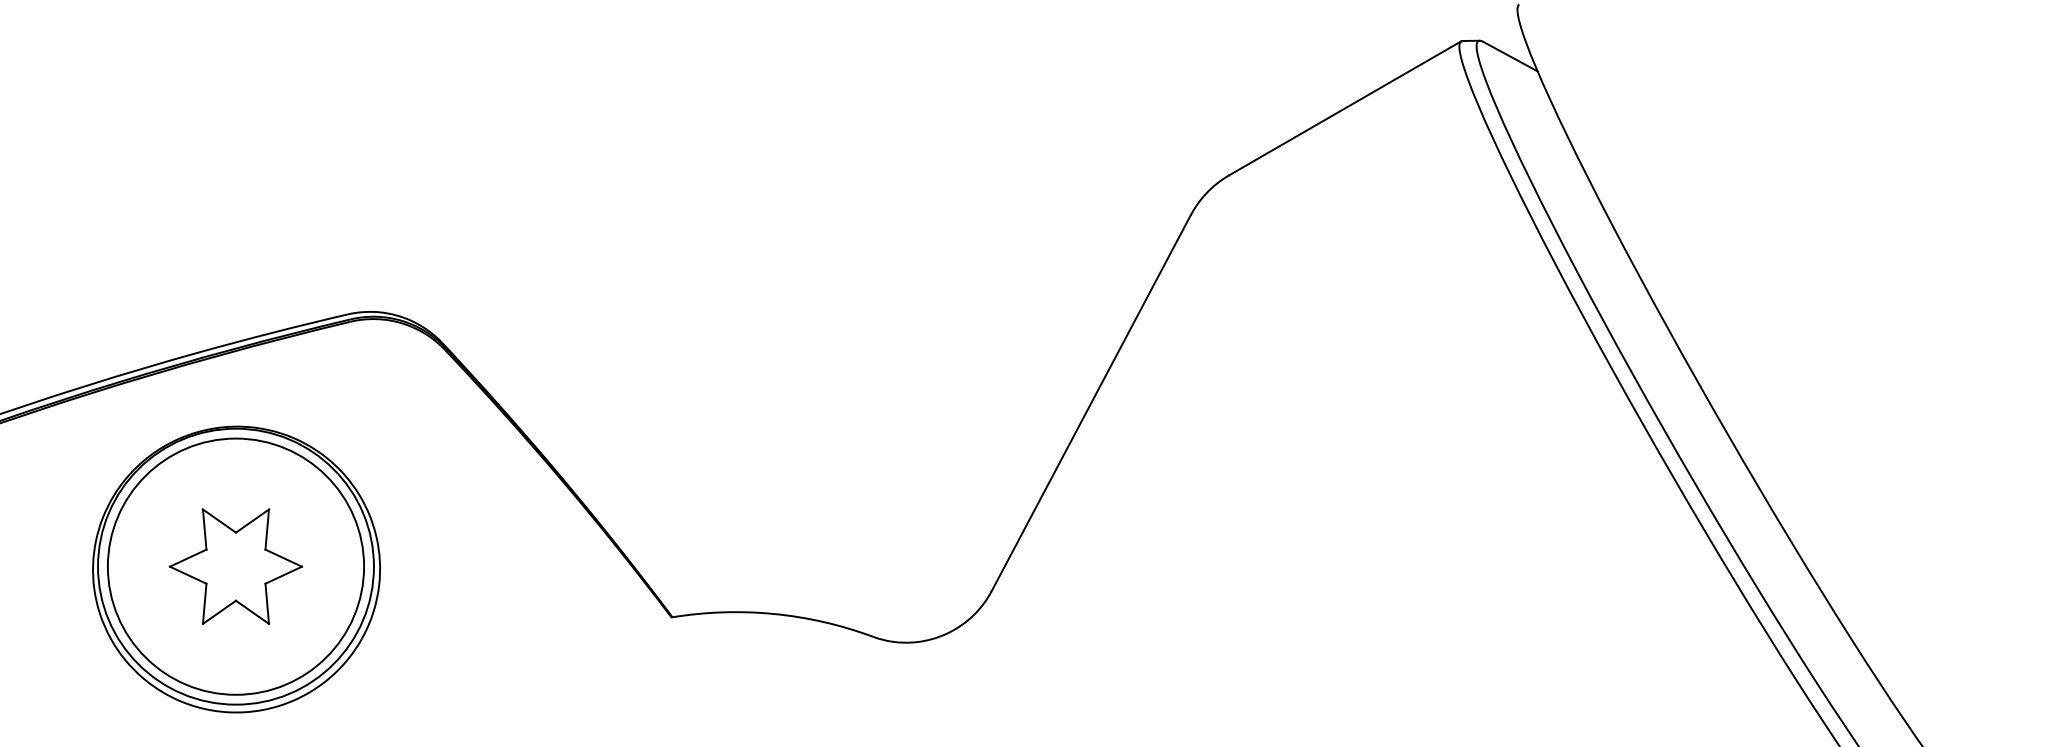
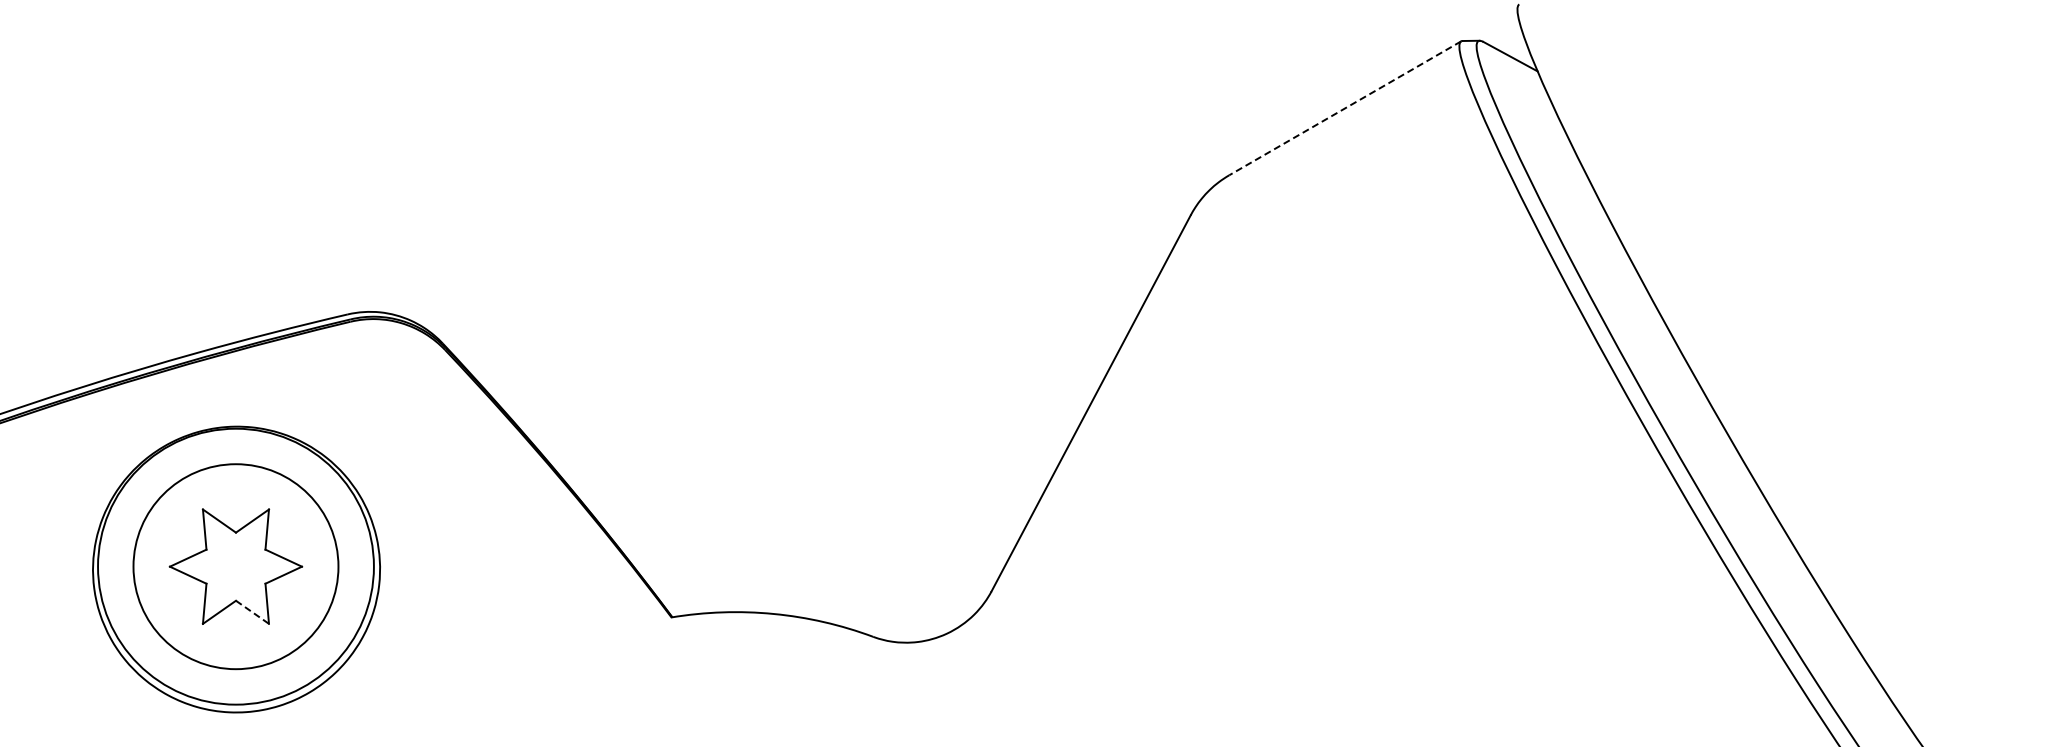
line at (1345, 108): solid -> dashed
circle at (235, 566) diameter: 256 px -> 205 px
line at (252, 612): solid -> dashed
